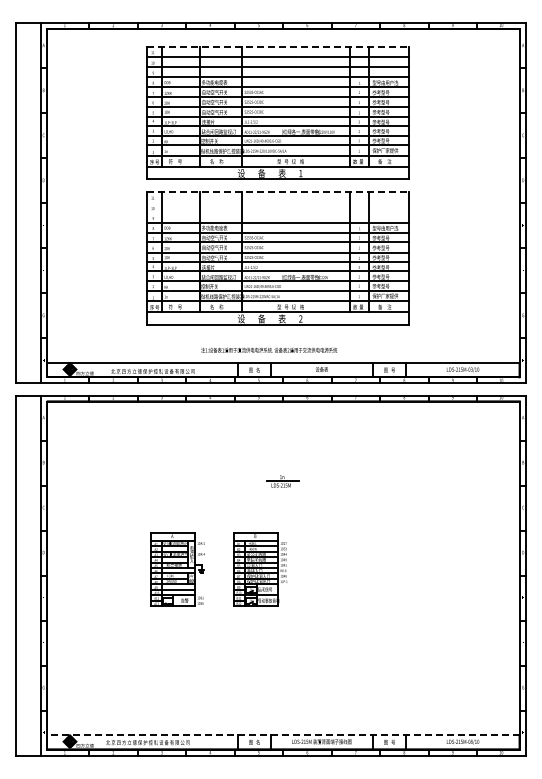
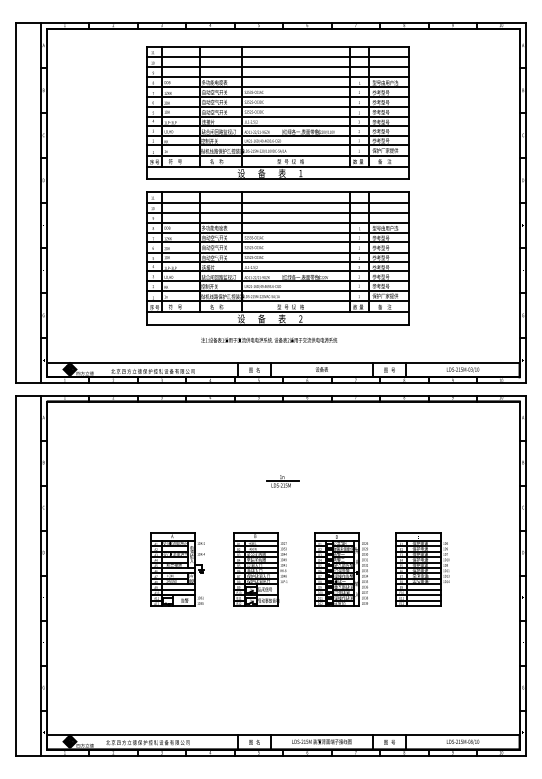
line at (277, 46): dashed -> solid
line at (277, 192): dashed -> solid
line at (277, 202): none -> present
line at (277, 212): none -> present
text at (269, 349) position: (269, 349) -> (269, 339)
part at (340, 569): none -> present
part at (422, 569): none -> present
line at (282, 735): dashed -> solid
